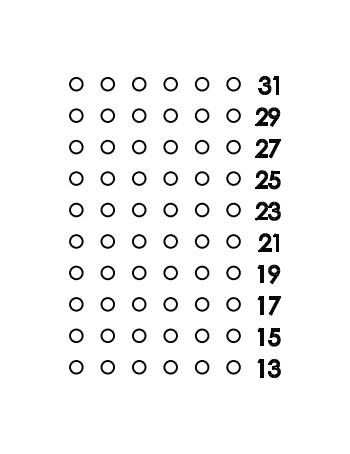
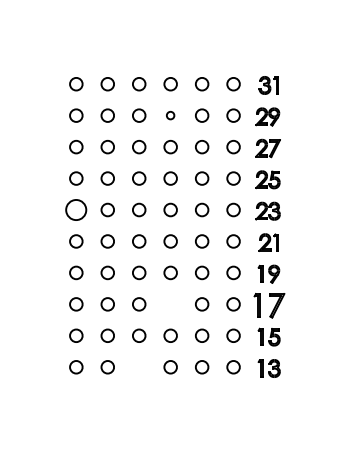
circle at (170, 115) size: 15x15 px -> 10x10 px
circle at (76, 209) size: 15x16 px -> 23x22 px
circle at (170, 304): present -> none
part at (268, 305) size: 24x20 px -> 33x26 px
circle at (139, 367): present -> none
